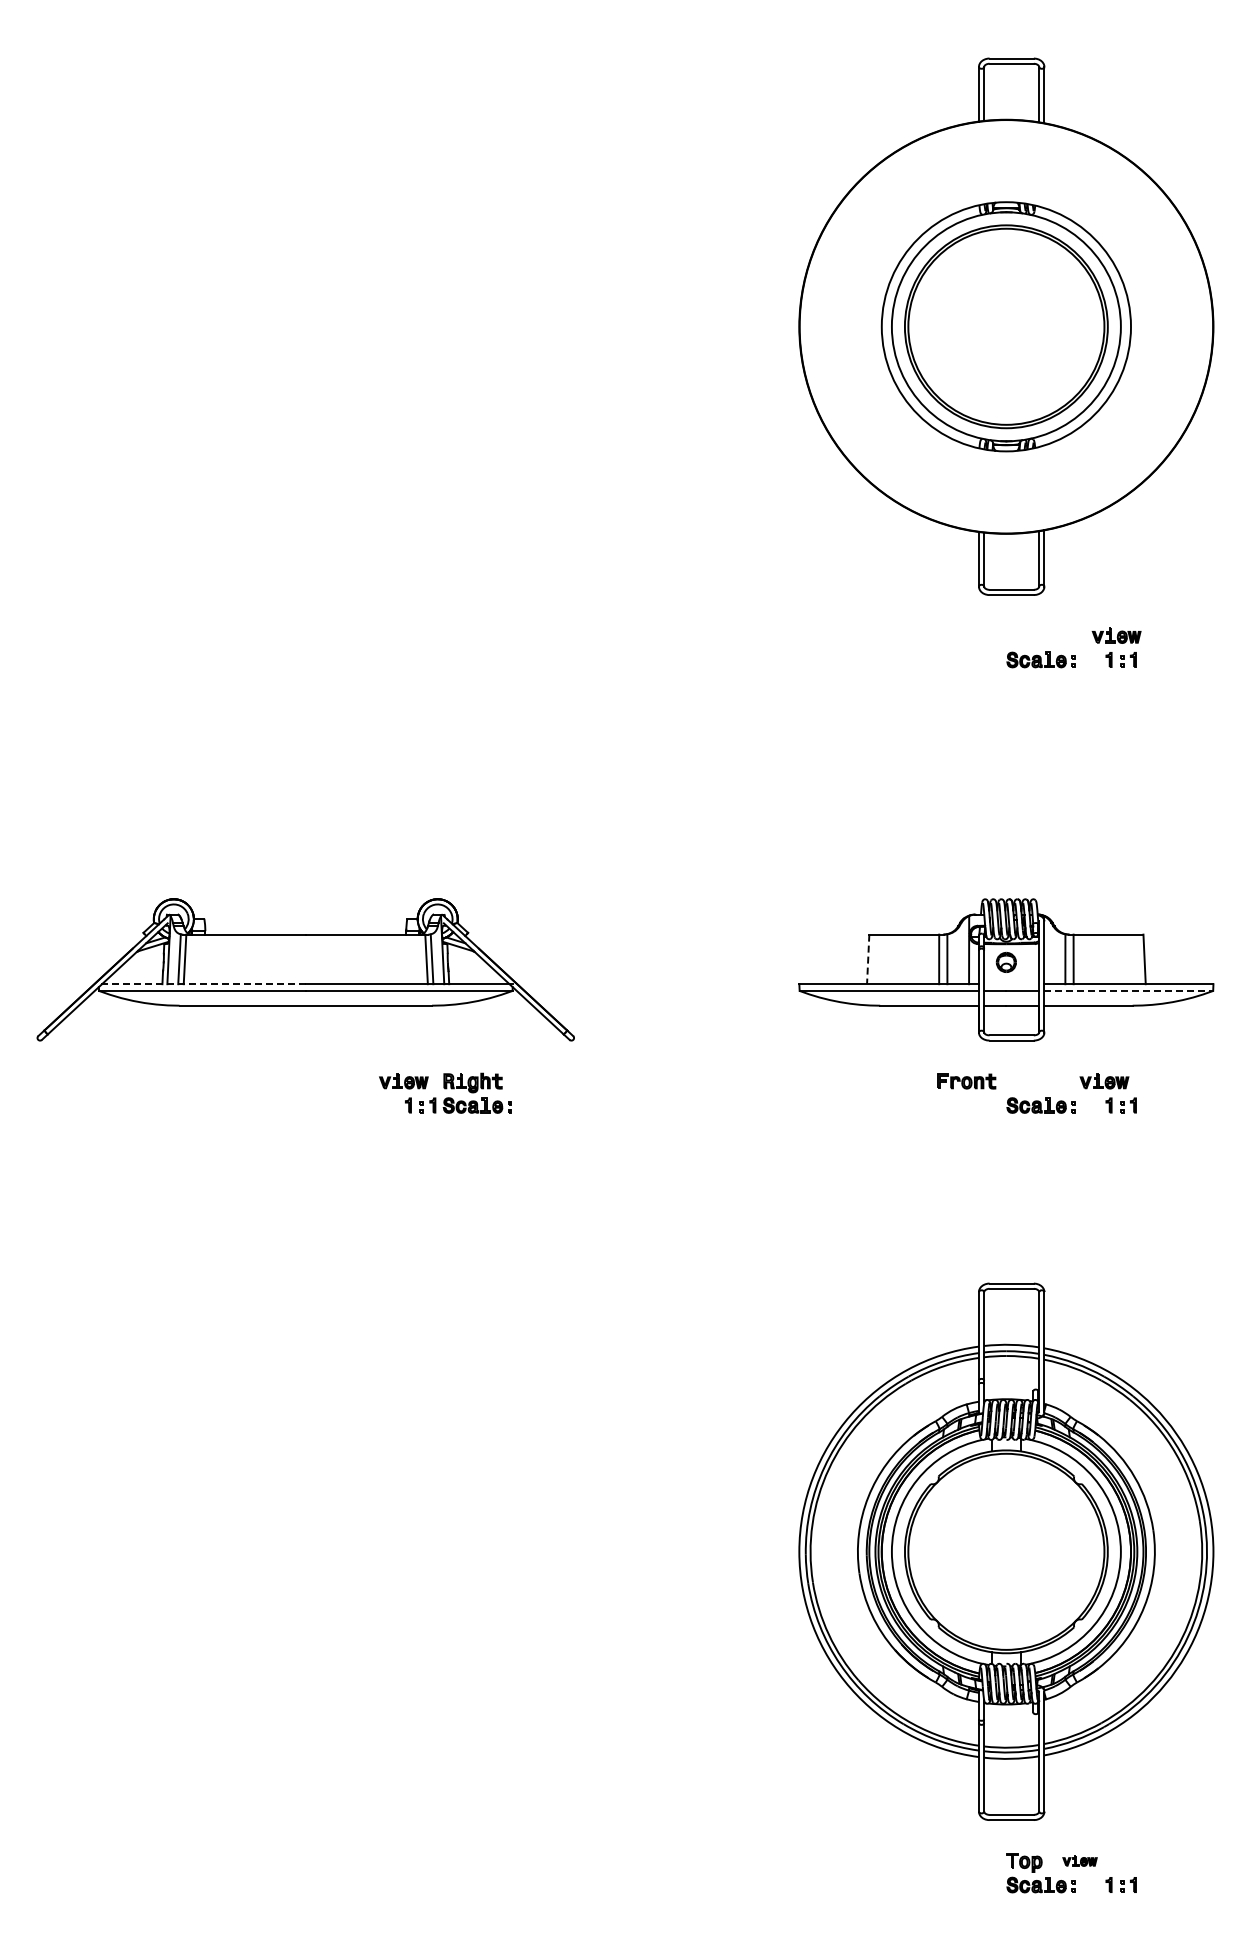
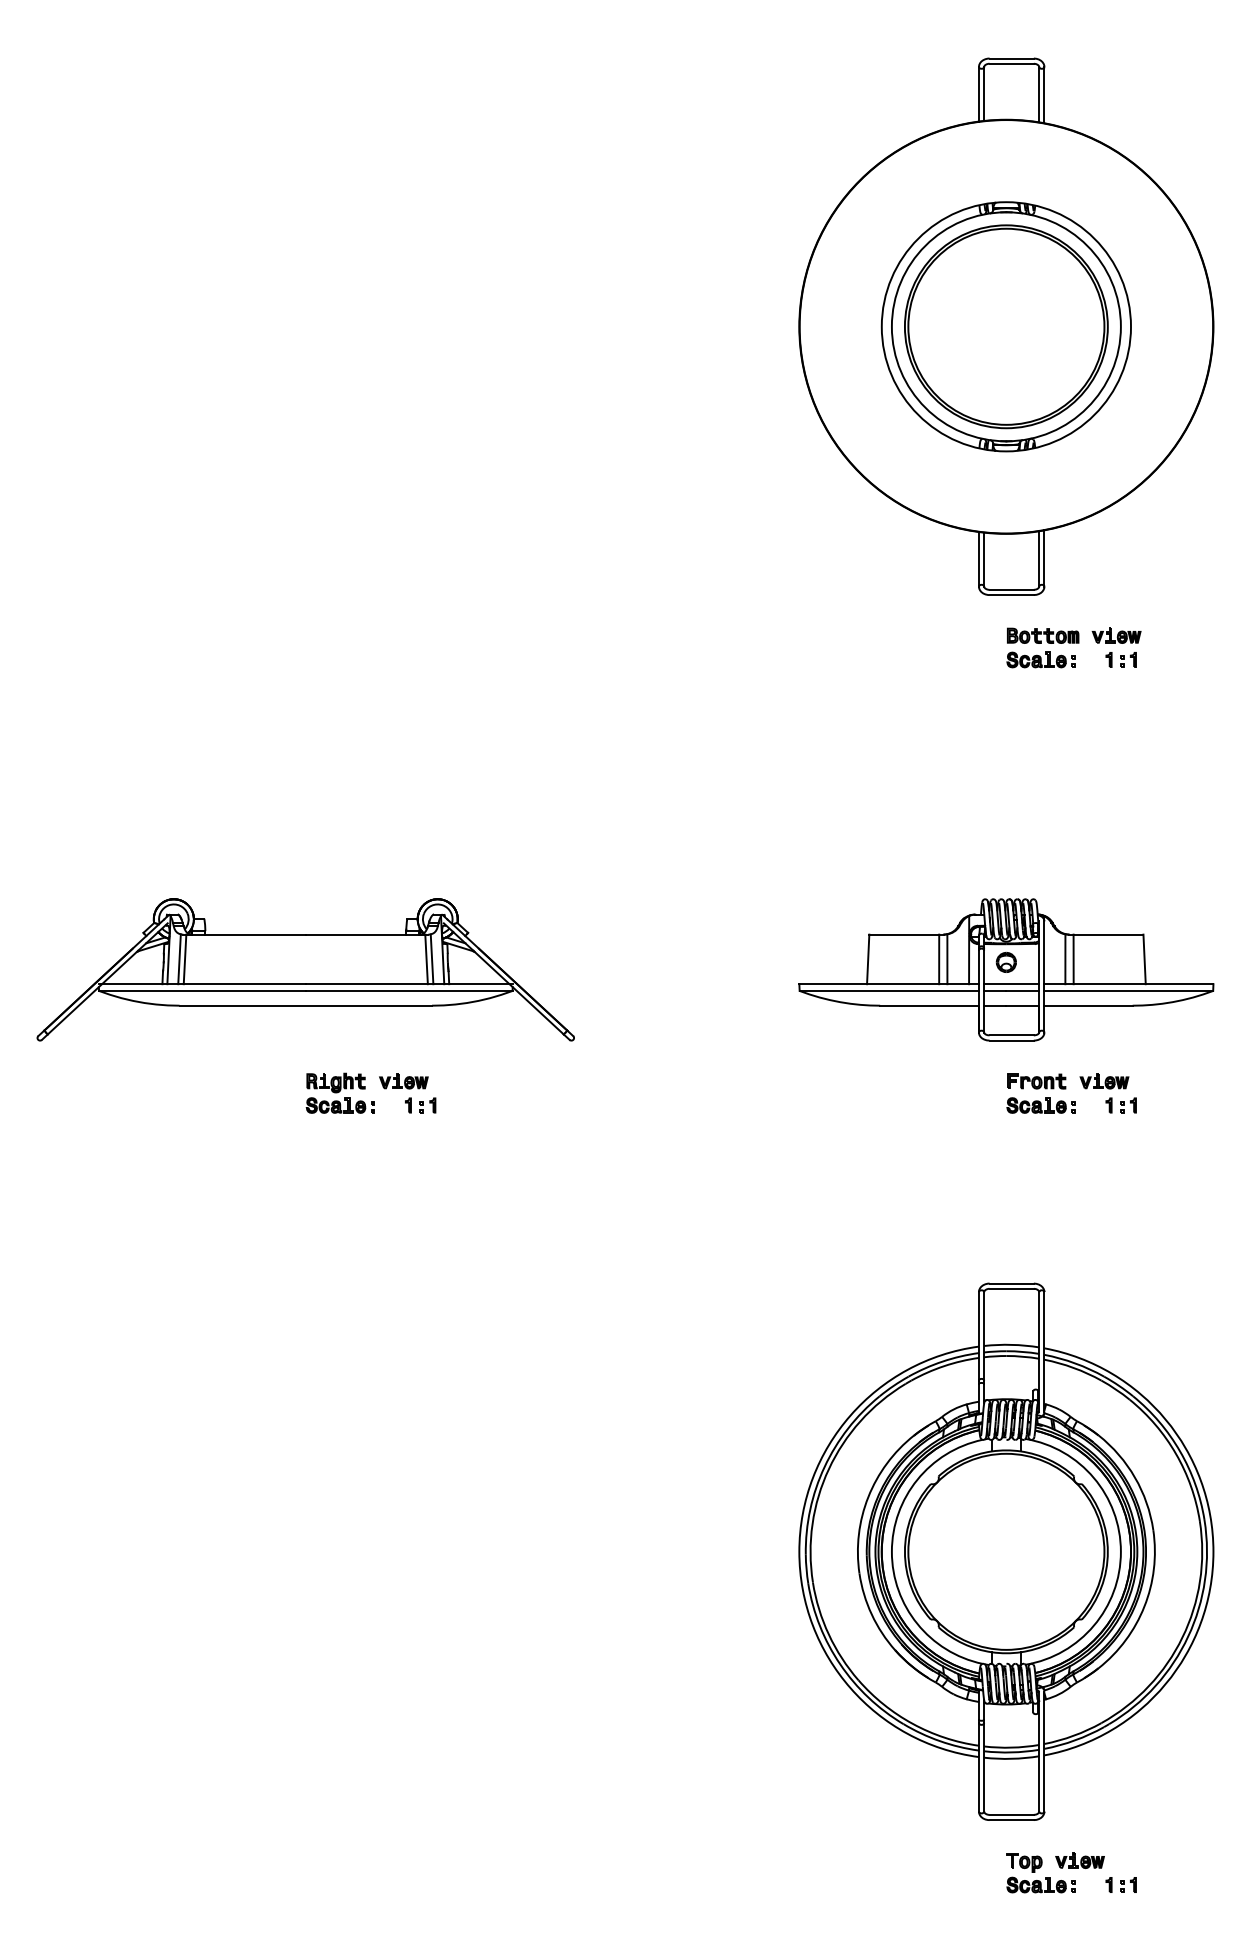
part at (1043, 635): none -> present
line at (868, 959): dashed -> solid
line at (202, 984): dashed -> solid
line at (1011, 984): none -> present
line at (1129, 990): dashed -> solid
part at (966, 1081) position: (966, 1081) -> (1036, 1081)
part at (476, 1092) position: (476, 1092) -> (339, 1092)
part at (1079, 1860) size: 36x12 px -> 50x18 px
